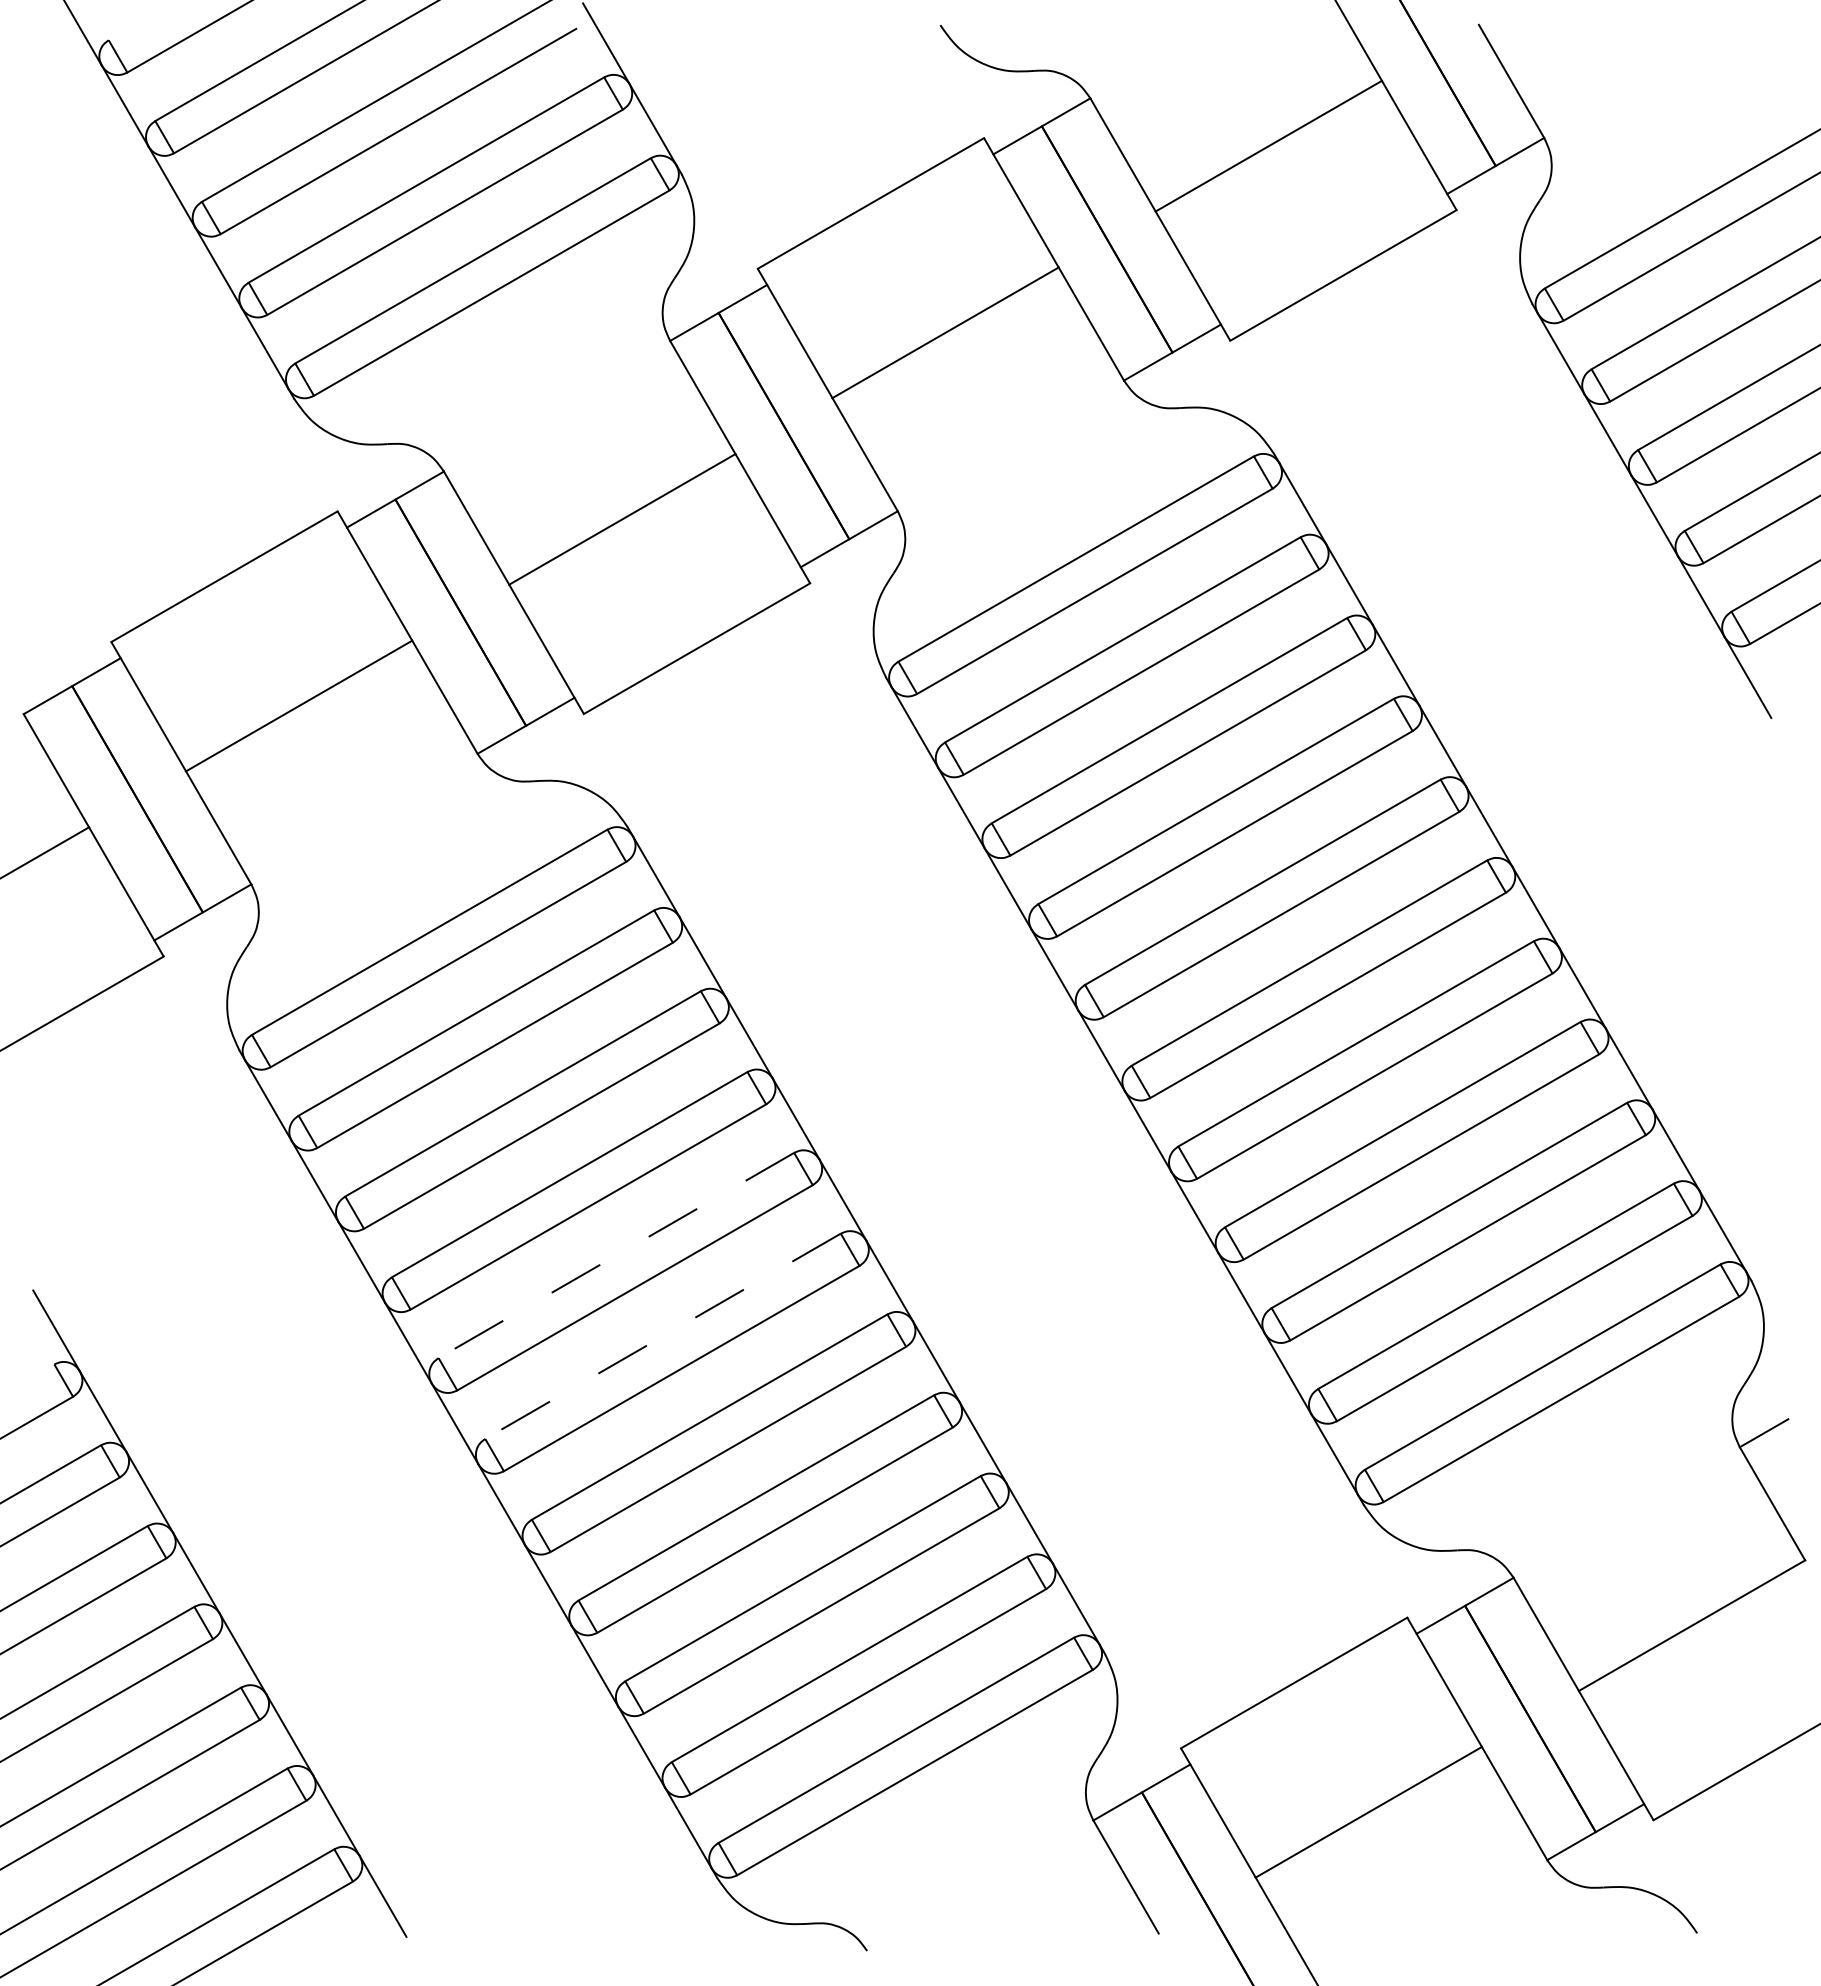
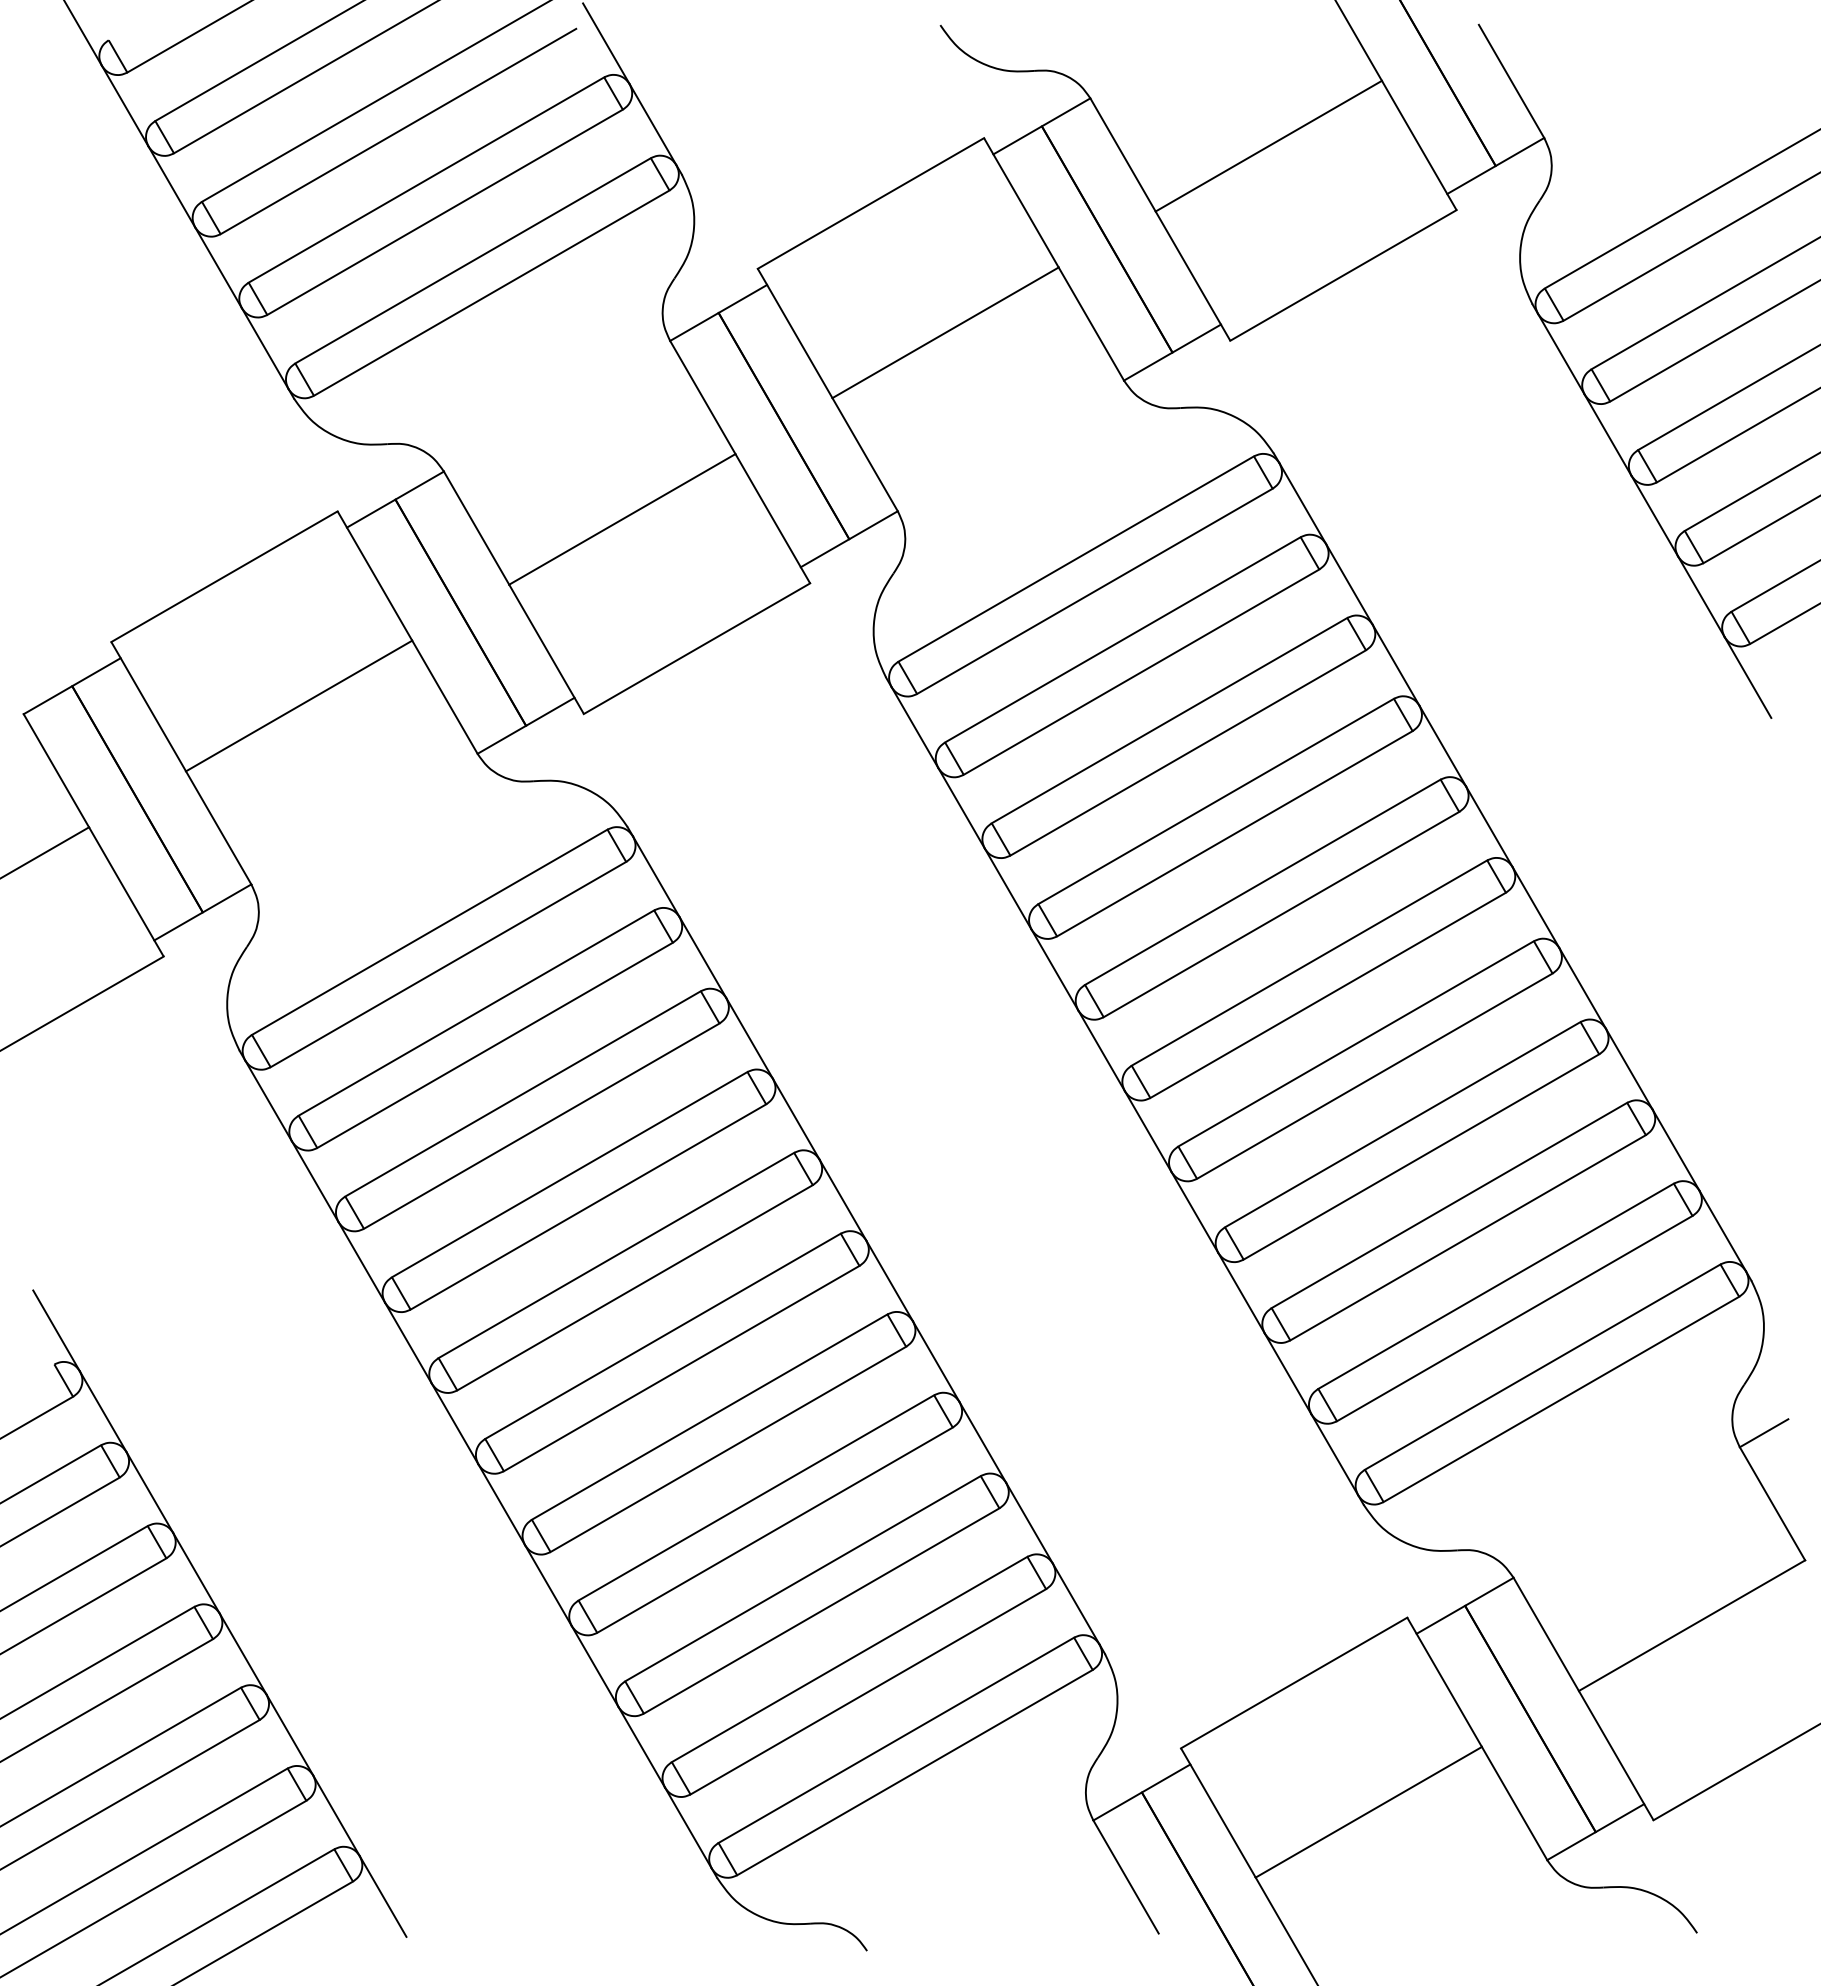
line at (615, 1255): dashed -> solid
line at (662, 1336): dashed -> solid
